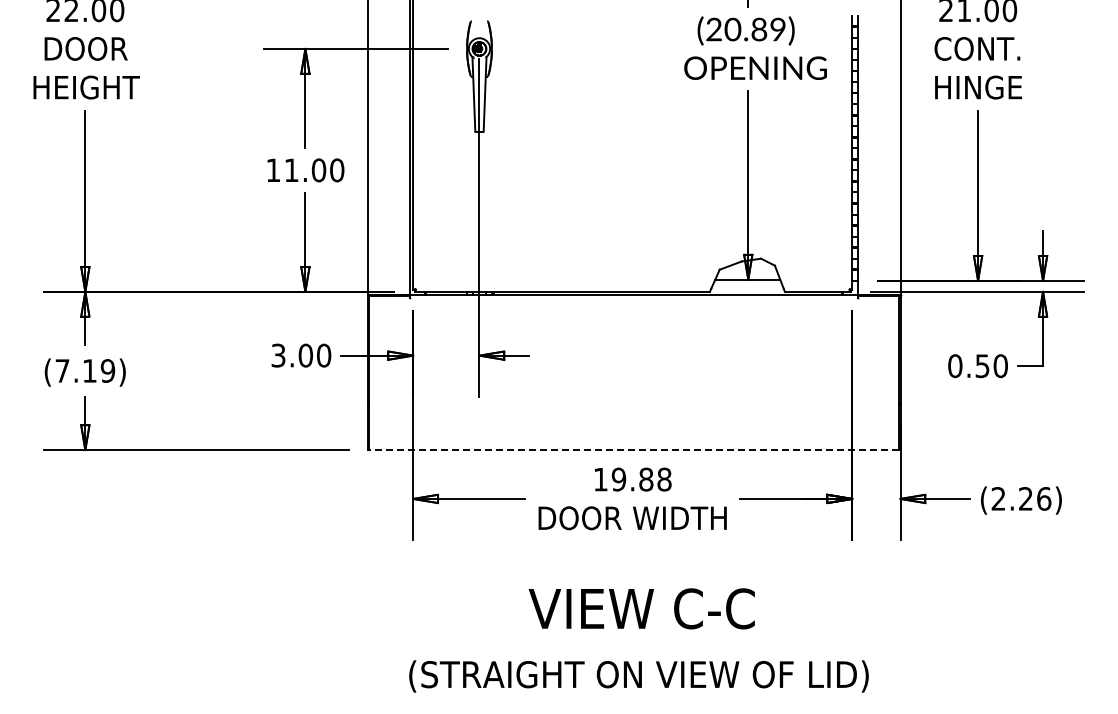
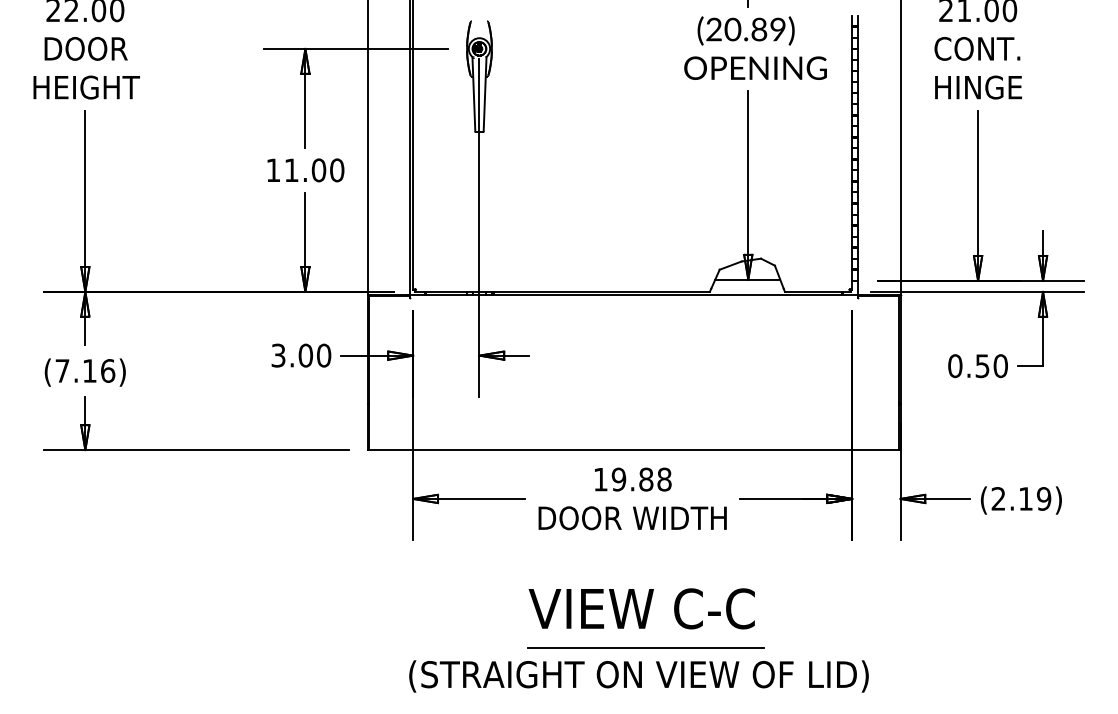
text at (107, 370): (7.19) -> (7.16)
line at (634, 450): dashed -> solid
text at (1035, 498): (2.26) -> (2.19)
line at (645, 647): none -> present
